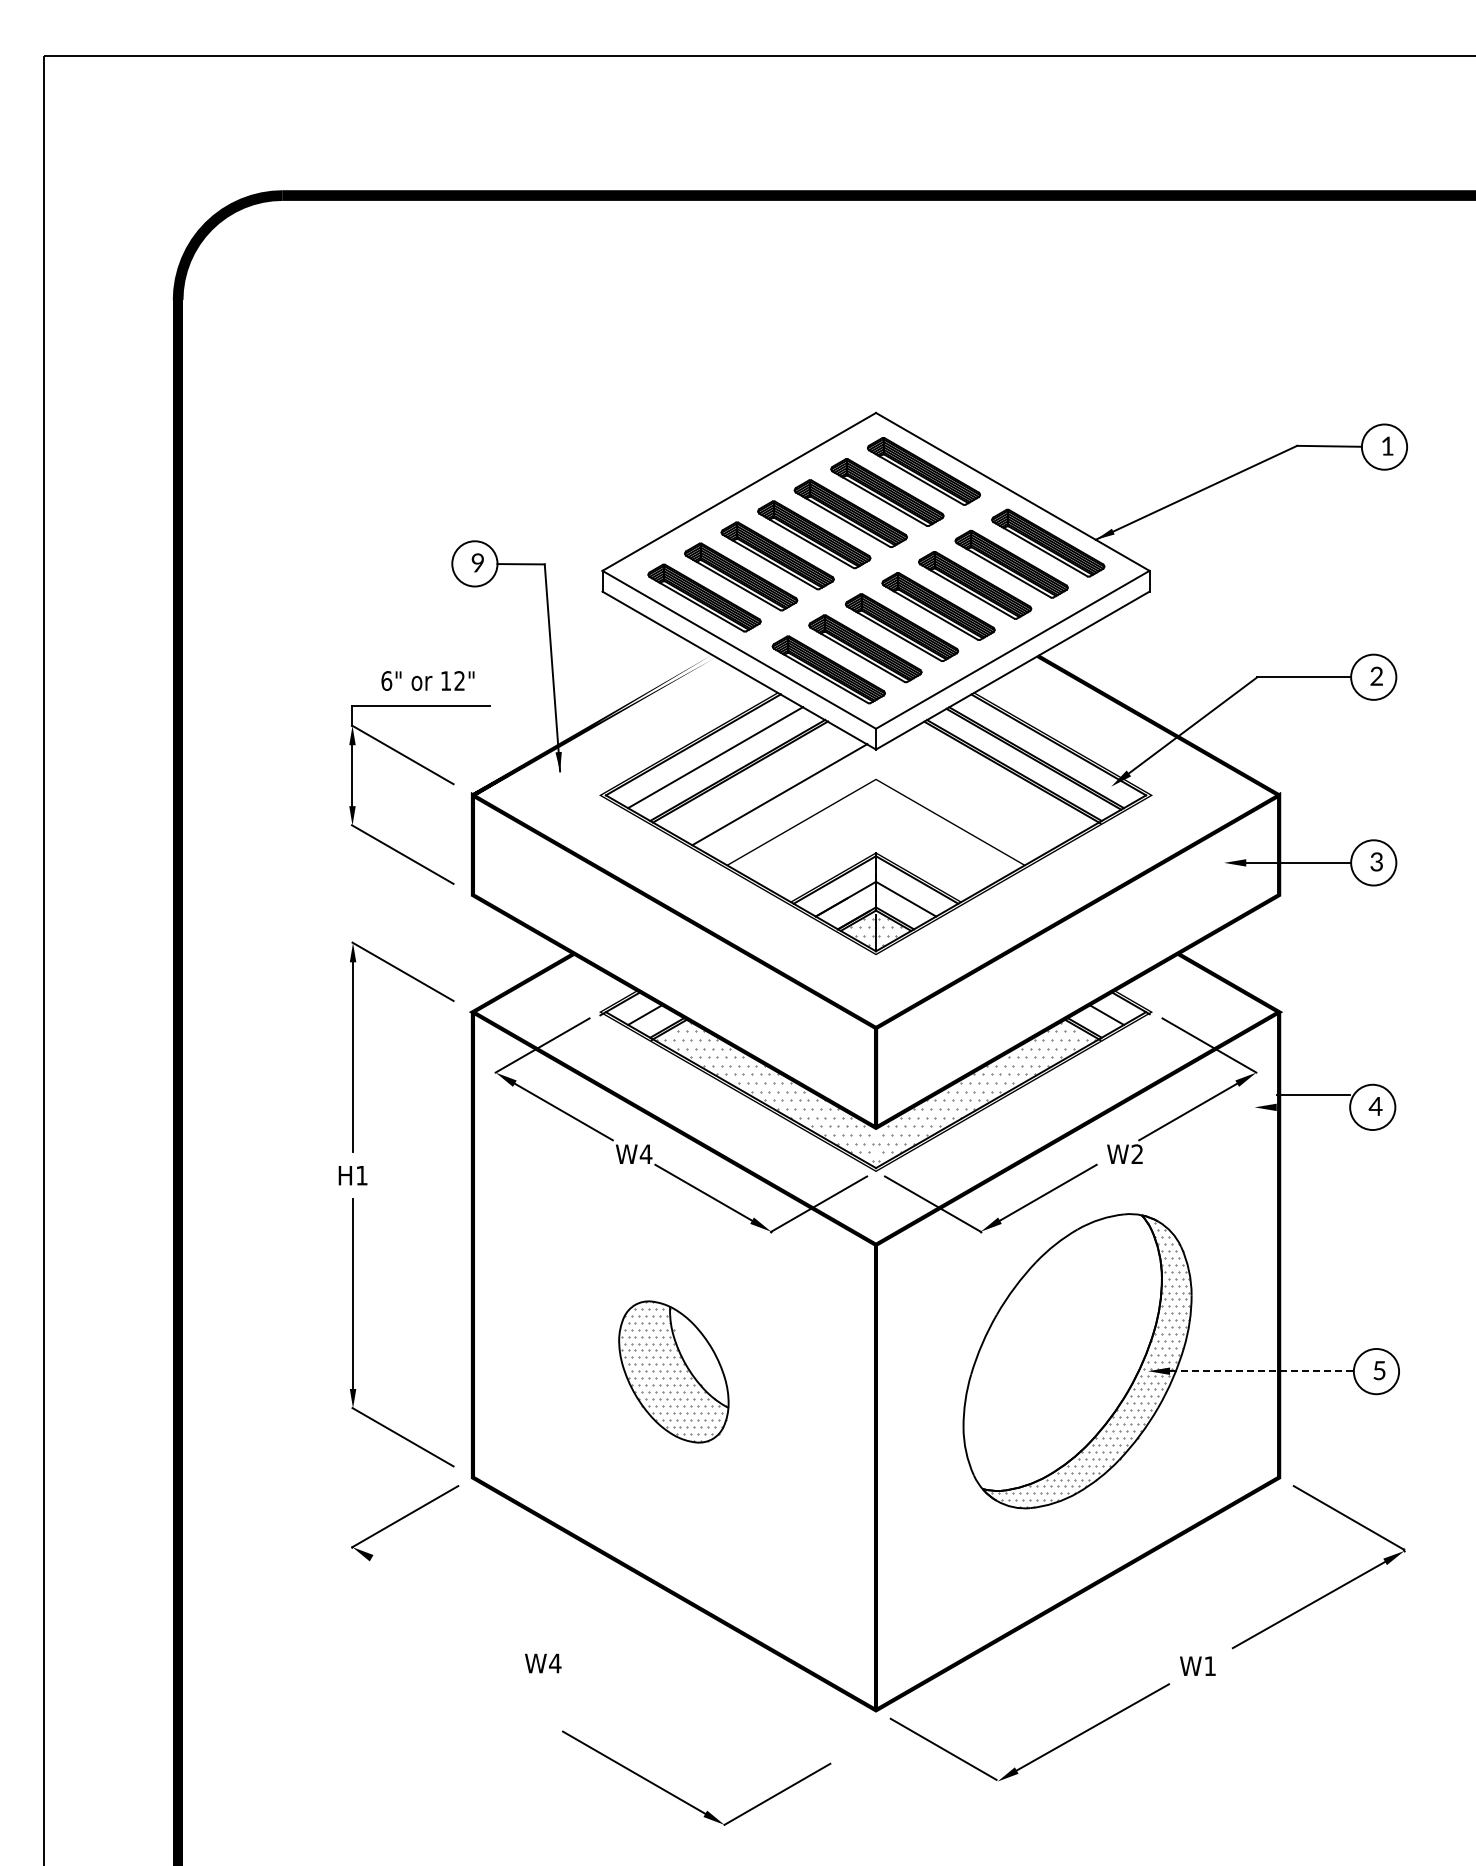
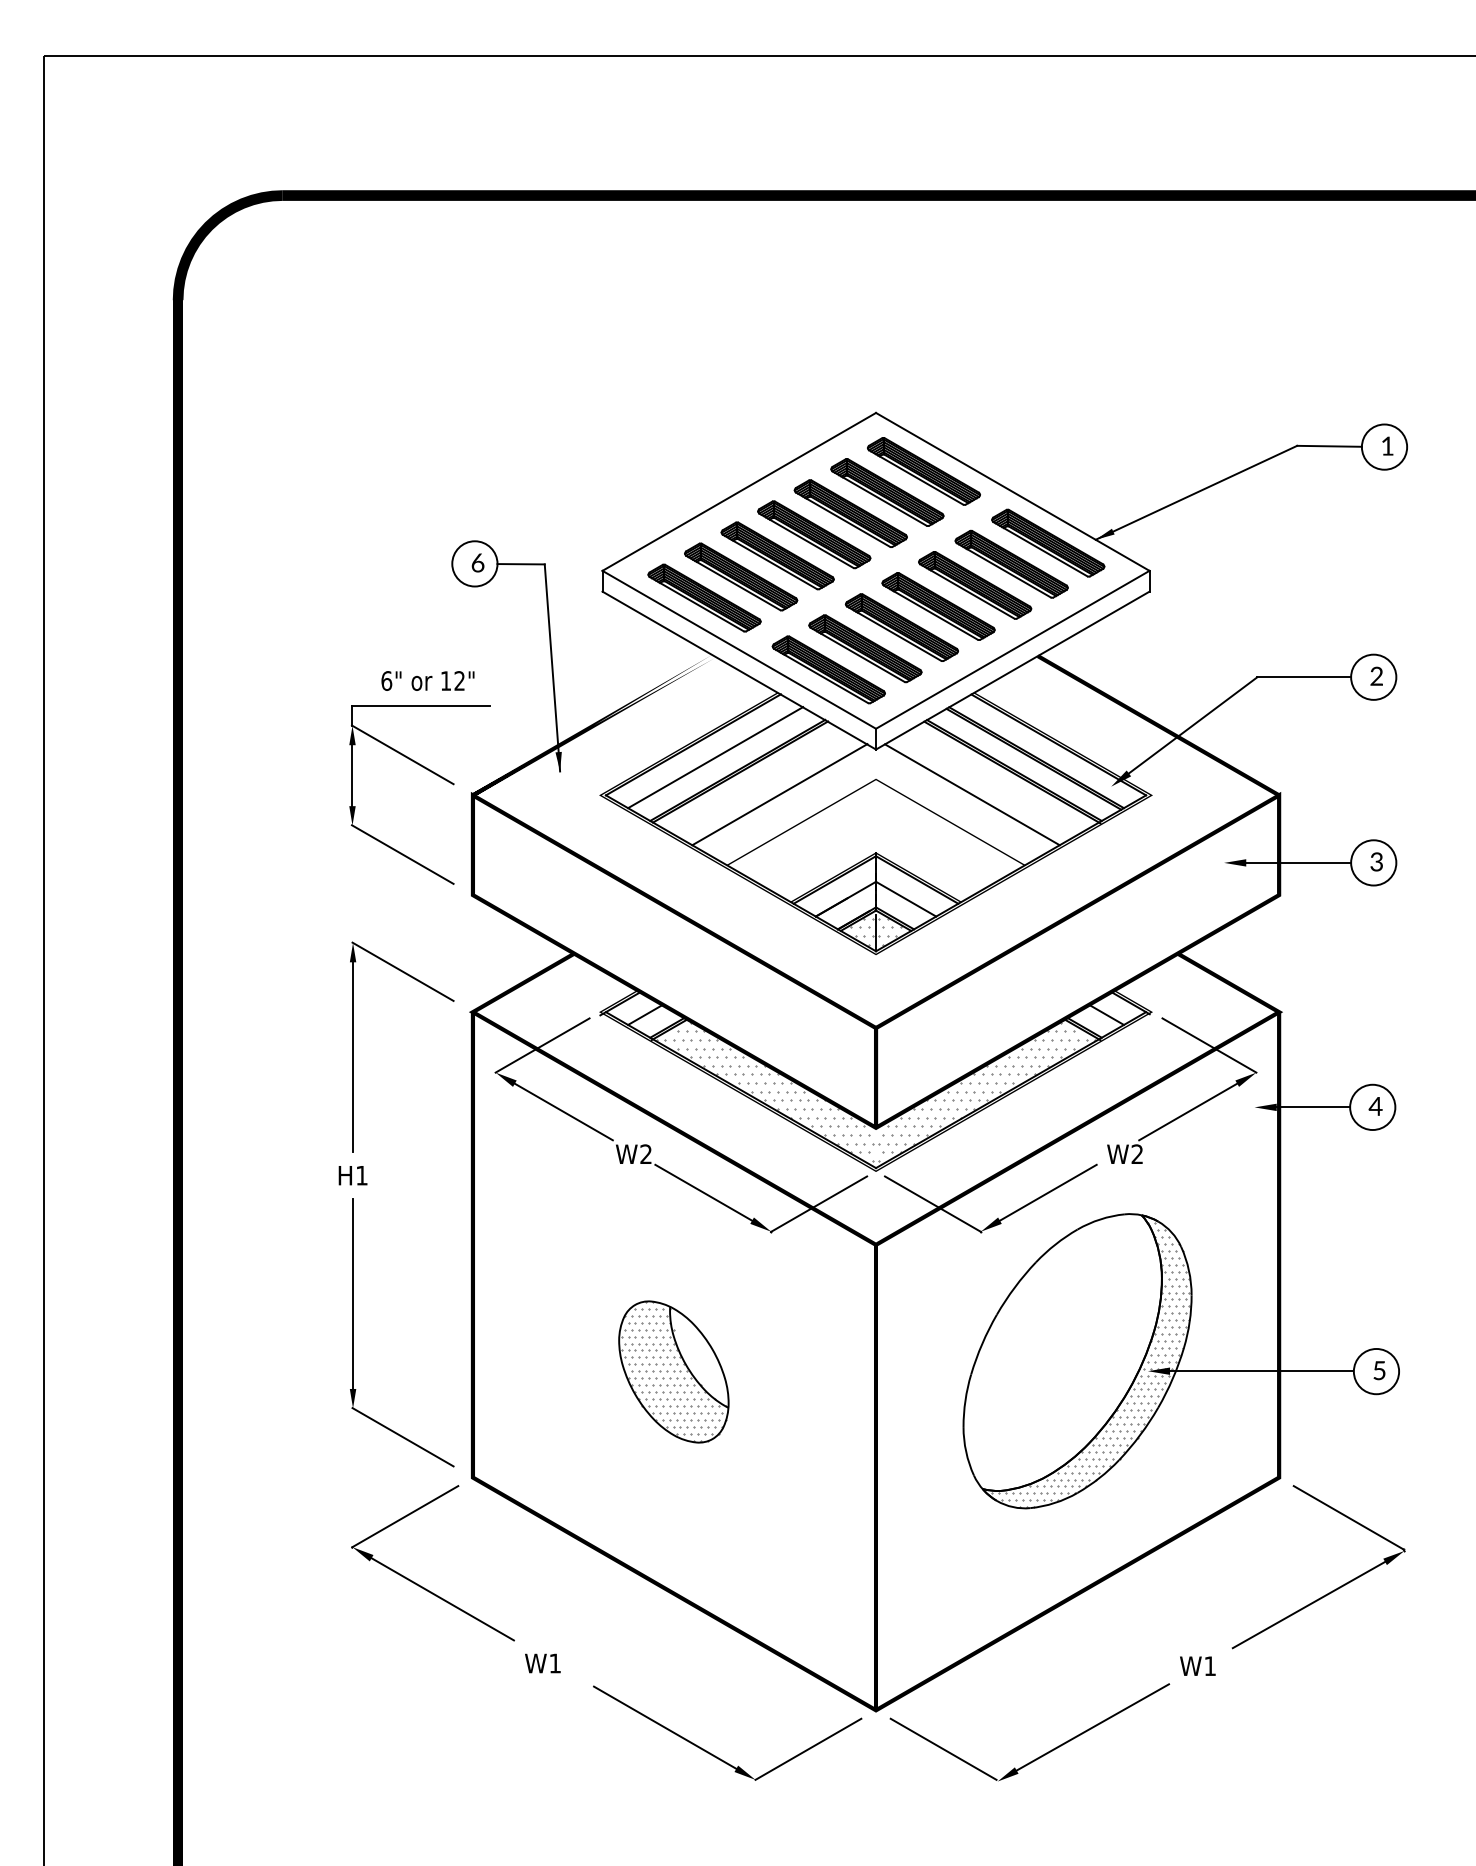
text at (477, 562): 9 -> 6
line at (972, 794): none -> present
line at (1313, 1095) position: (1313, 1095) -> (1313, 1107)
text at (645, 1153): W4 -> W2
line at (1261, 1371): dashed -> solid
line at (442, 1599): none -> present
text at (555, 1663): W4 -> W1
part at (684, 1800) position: (684, 1800) -> (715, 1755)
